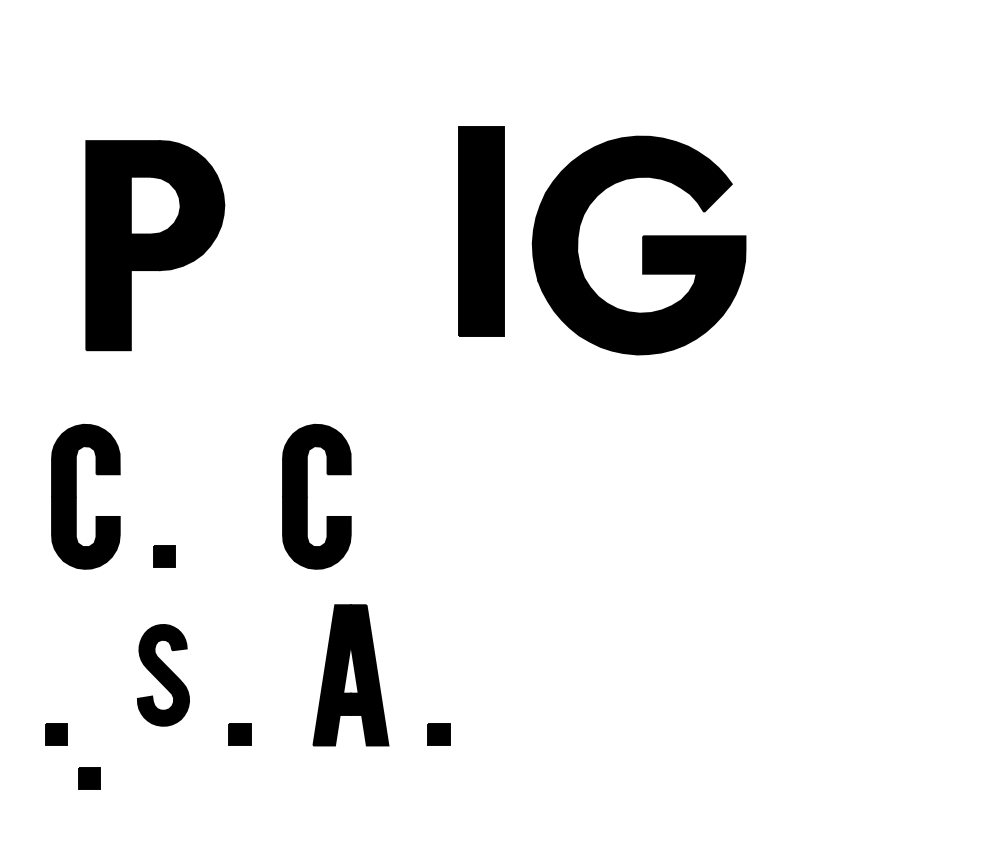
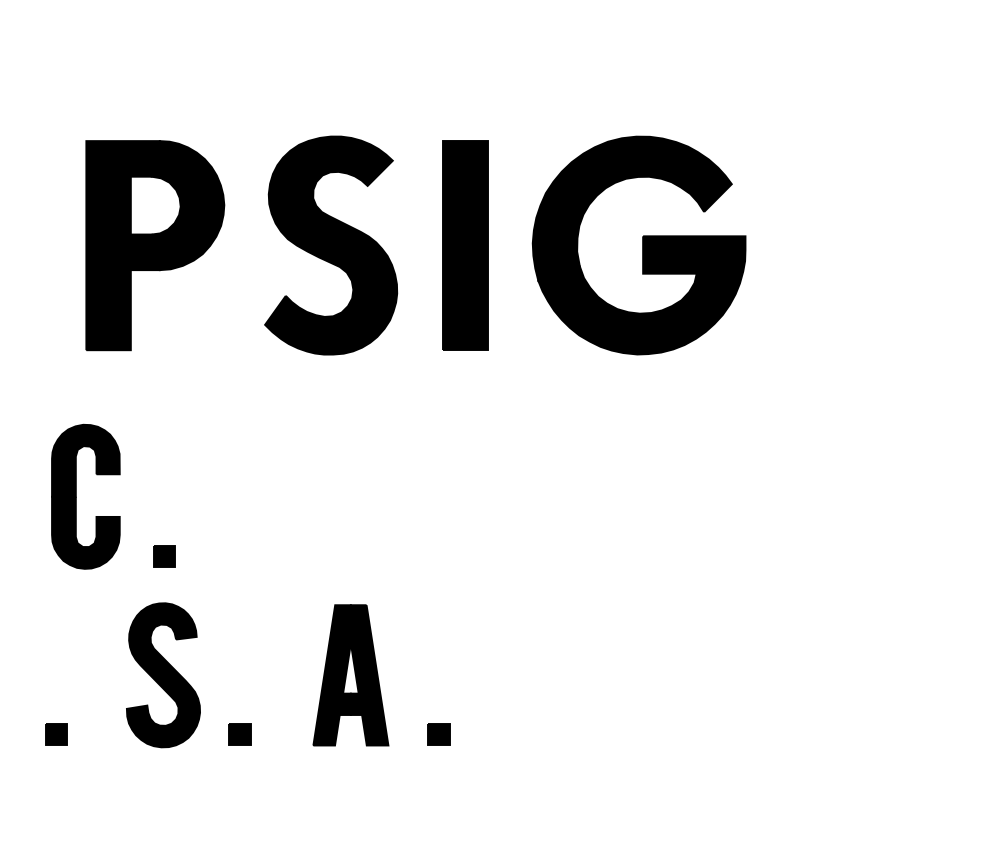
part at (481, 231) position: (481, 231) -> (465, 245)
part at (331, 245): none -> present
part at (307, 496): present -> none
part at (163, 675) size: 53x103 px -> 75x147 px
part at (89, 778): present -> none
